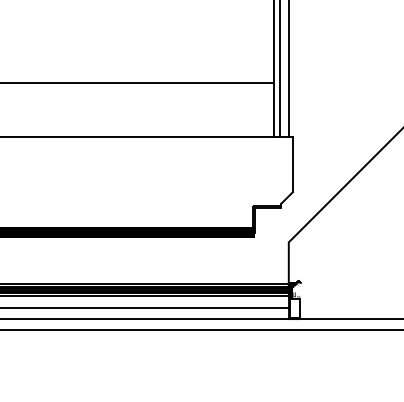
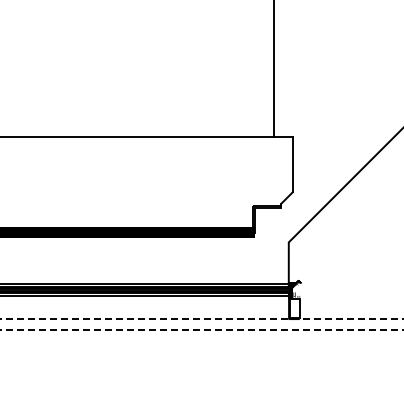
line at (280, 69): present -> none
line at (288, 69): present -> none
line at (138, 82): present -> none
line at (145, 308): present -> none
line at (201, 319): solid -> dashed
line at (201, 330): solid -> dashed
